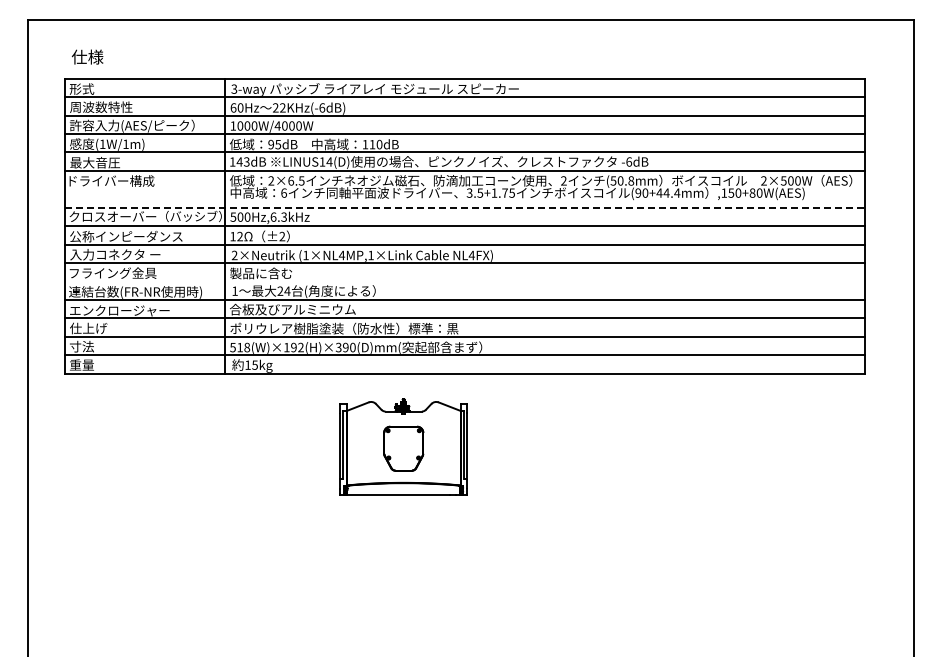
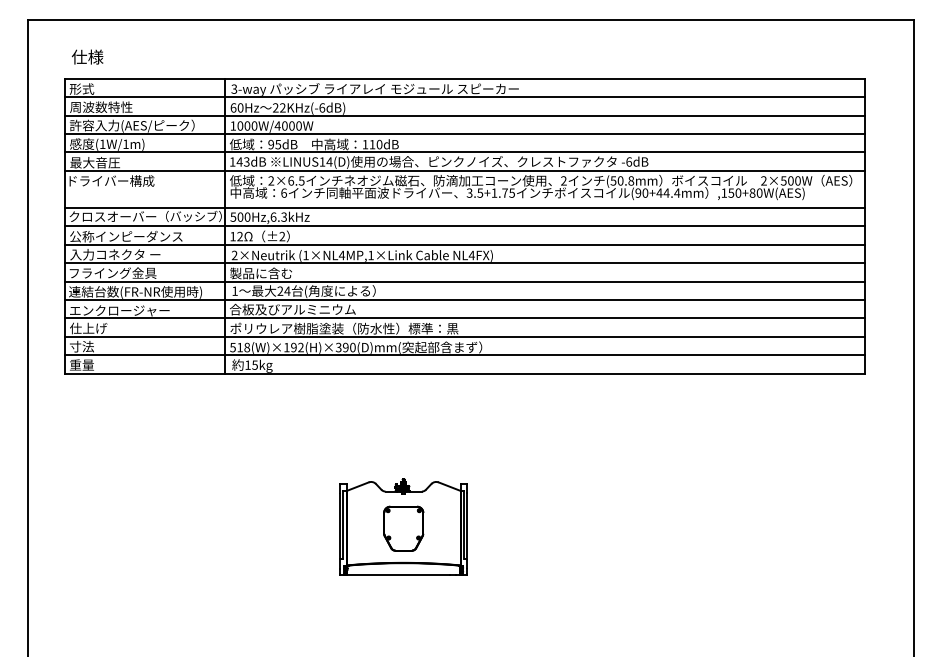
line at (464, 207): dashed -> solid
line at (464, 281): none -> present
part at (403, 446) position: (403, 446) -> (403, 526)
